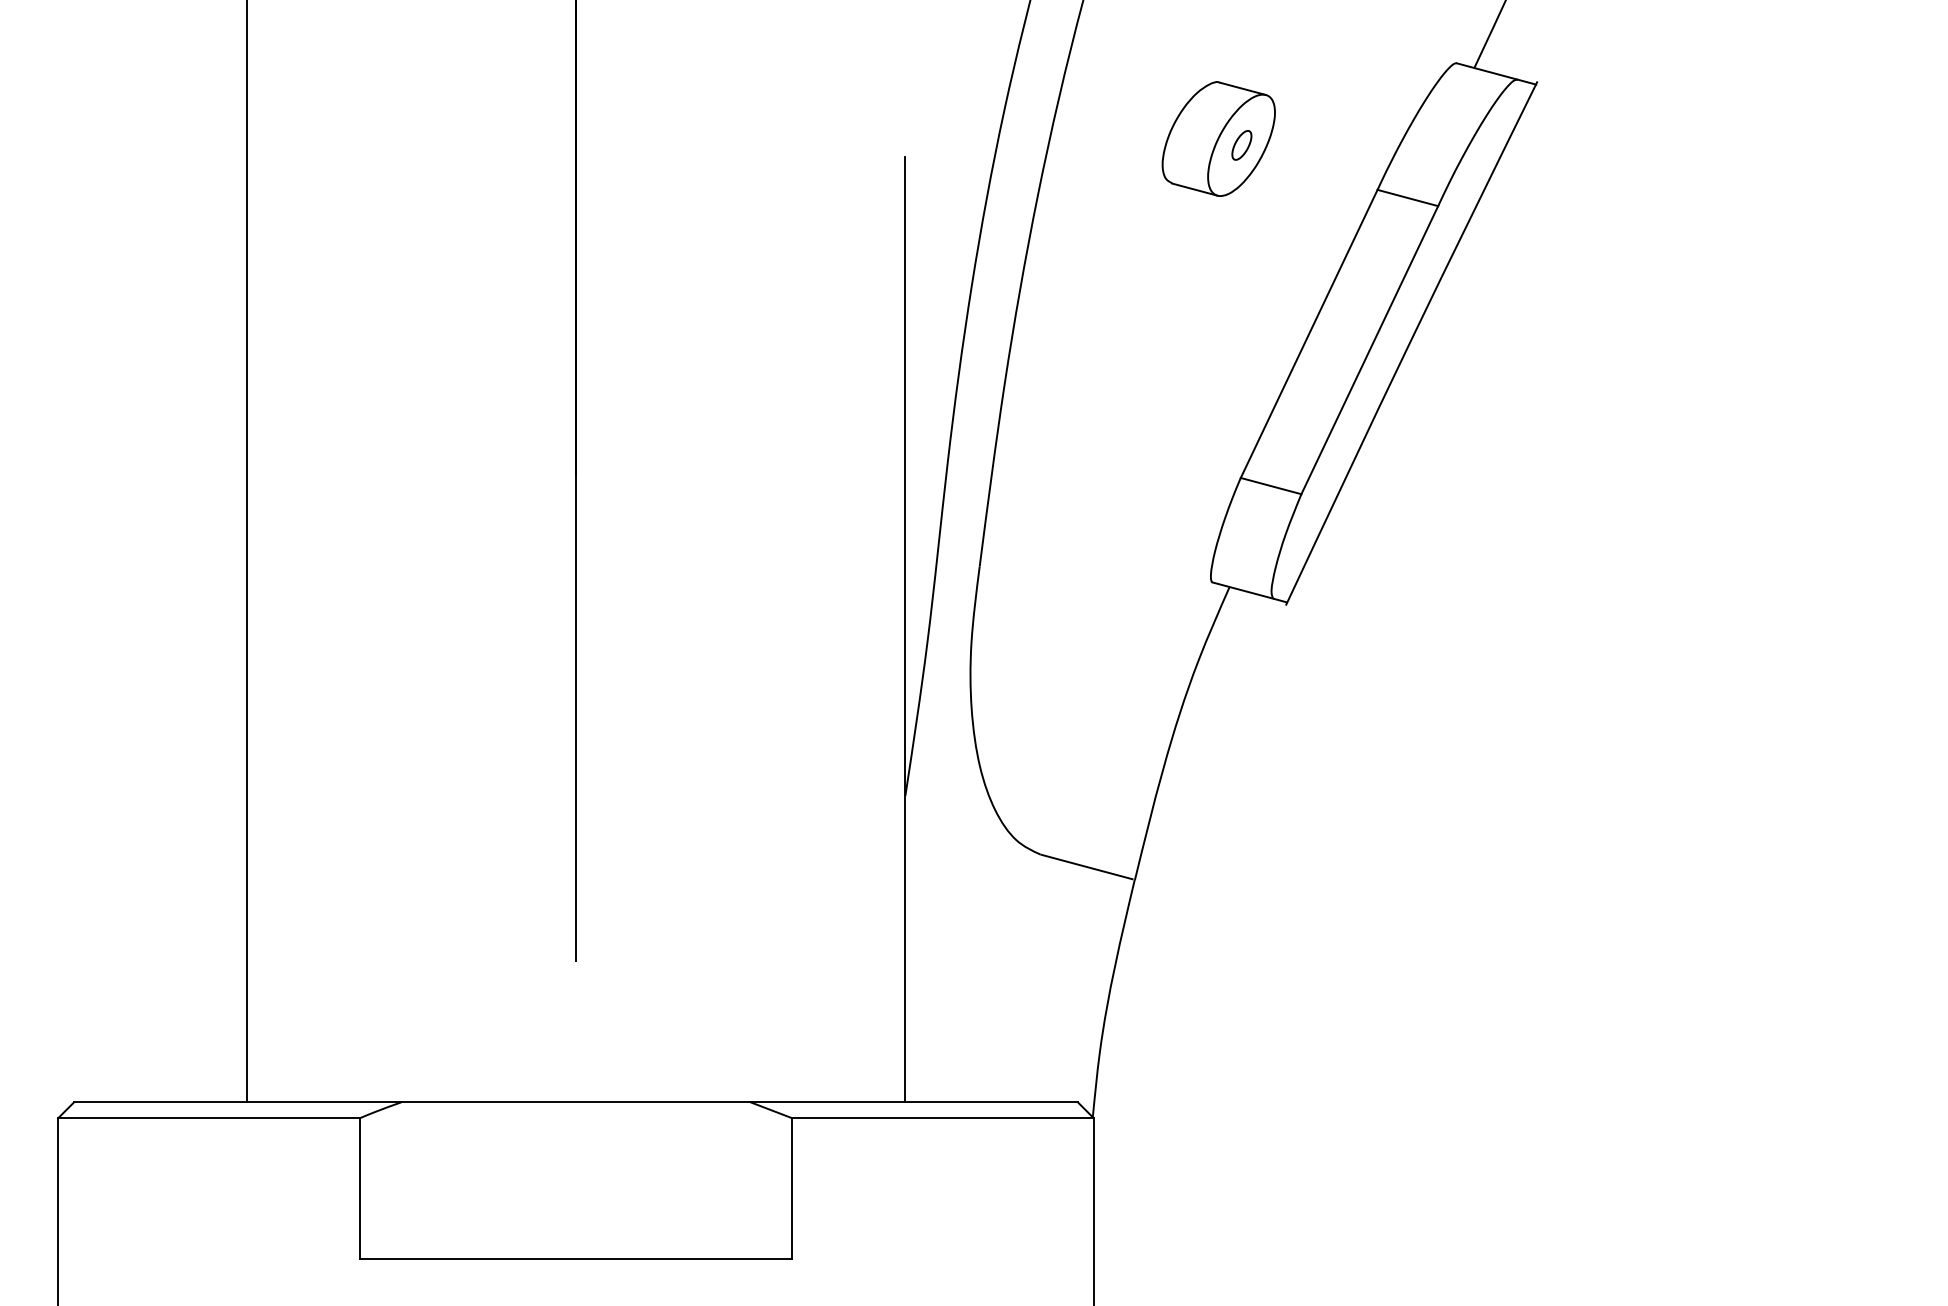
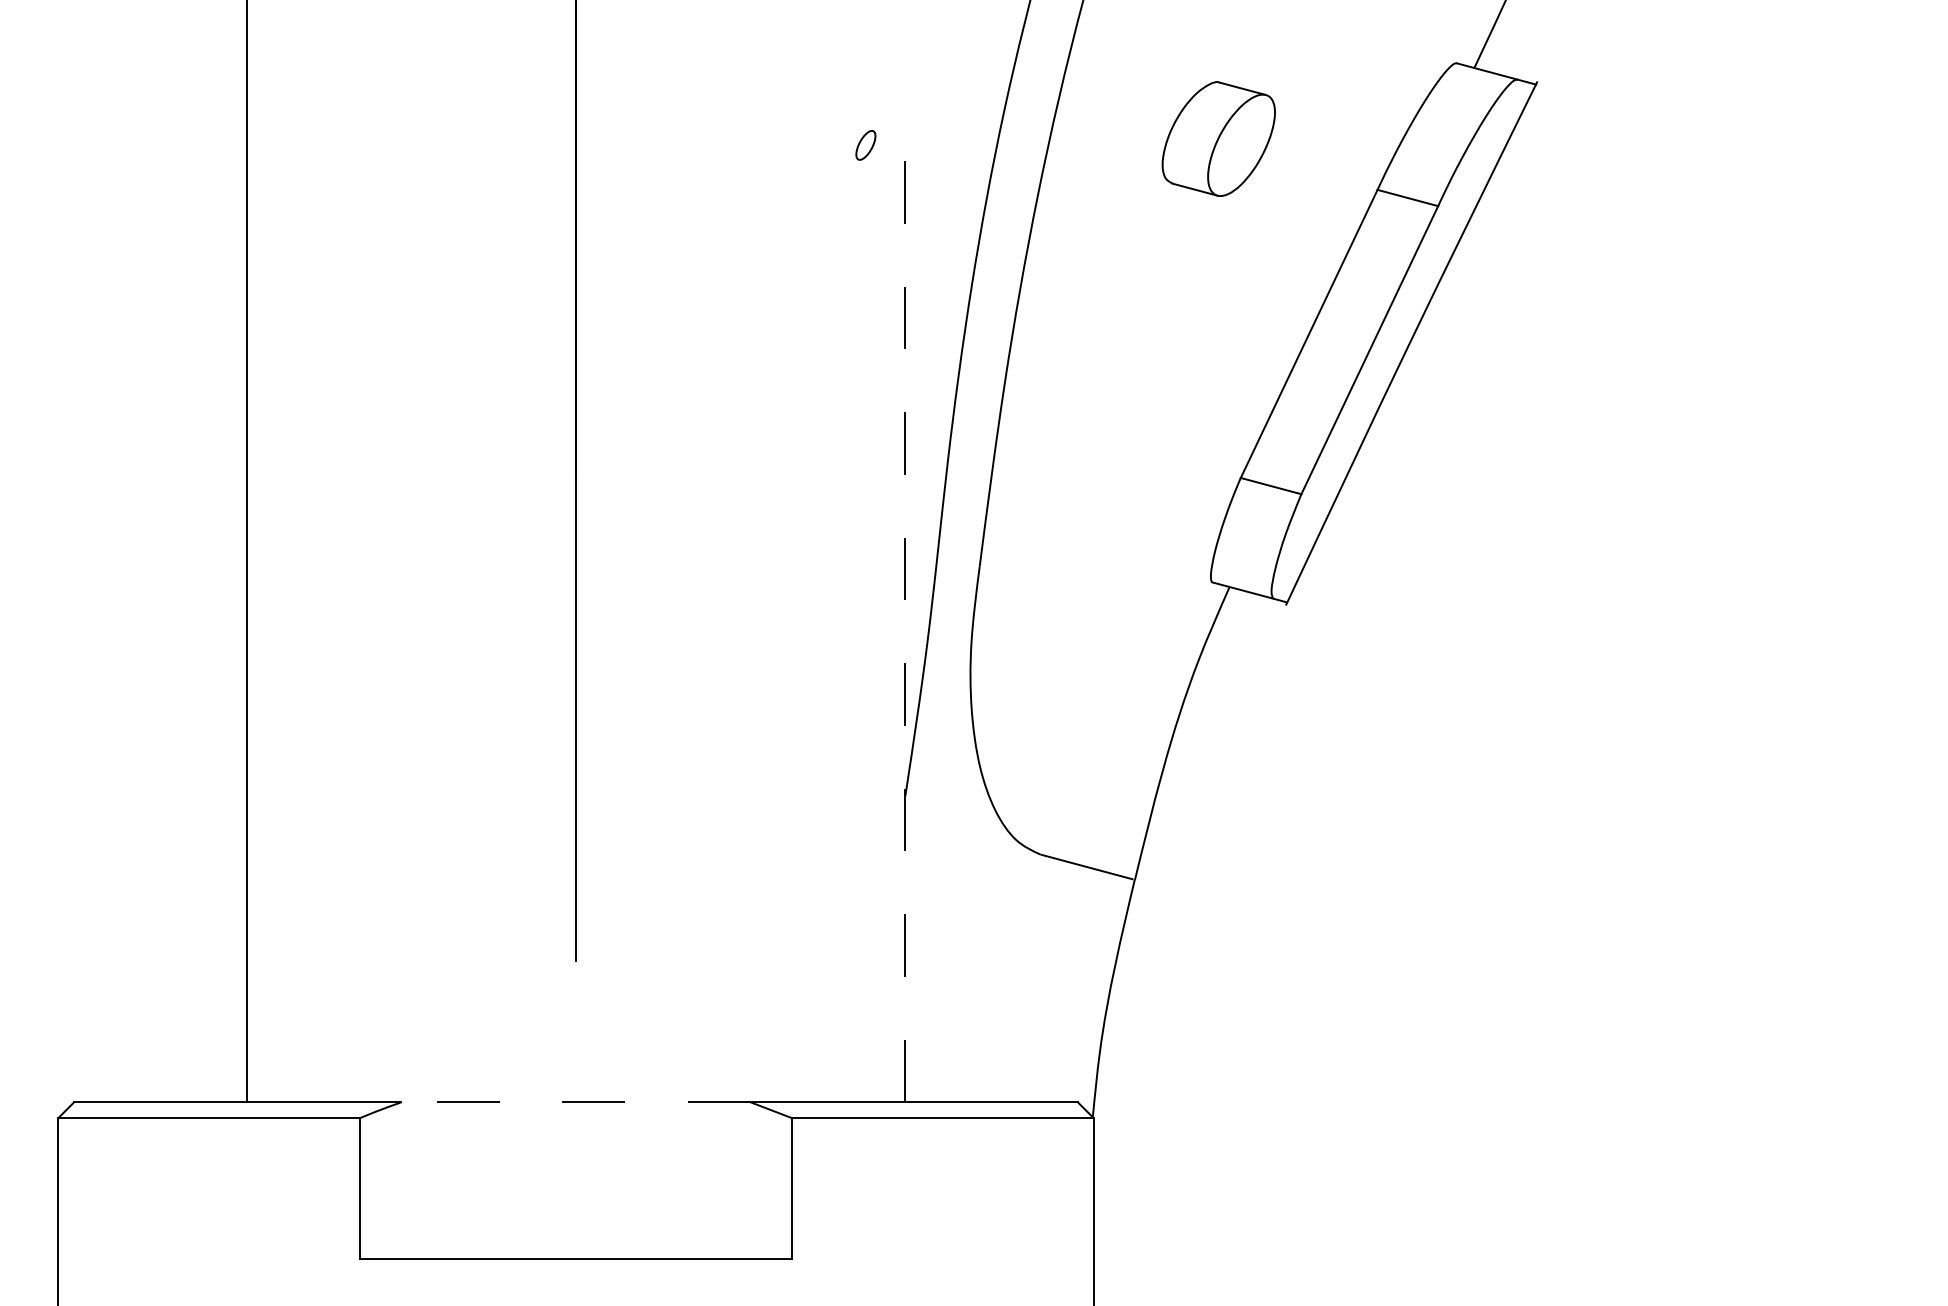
part at (1241, 145) position: (1241, 145) -> (865, 145)
line at (905, 629): solid -> dashed
line at (576, 1102): solid -> dashed
